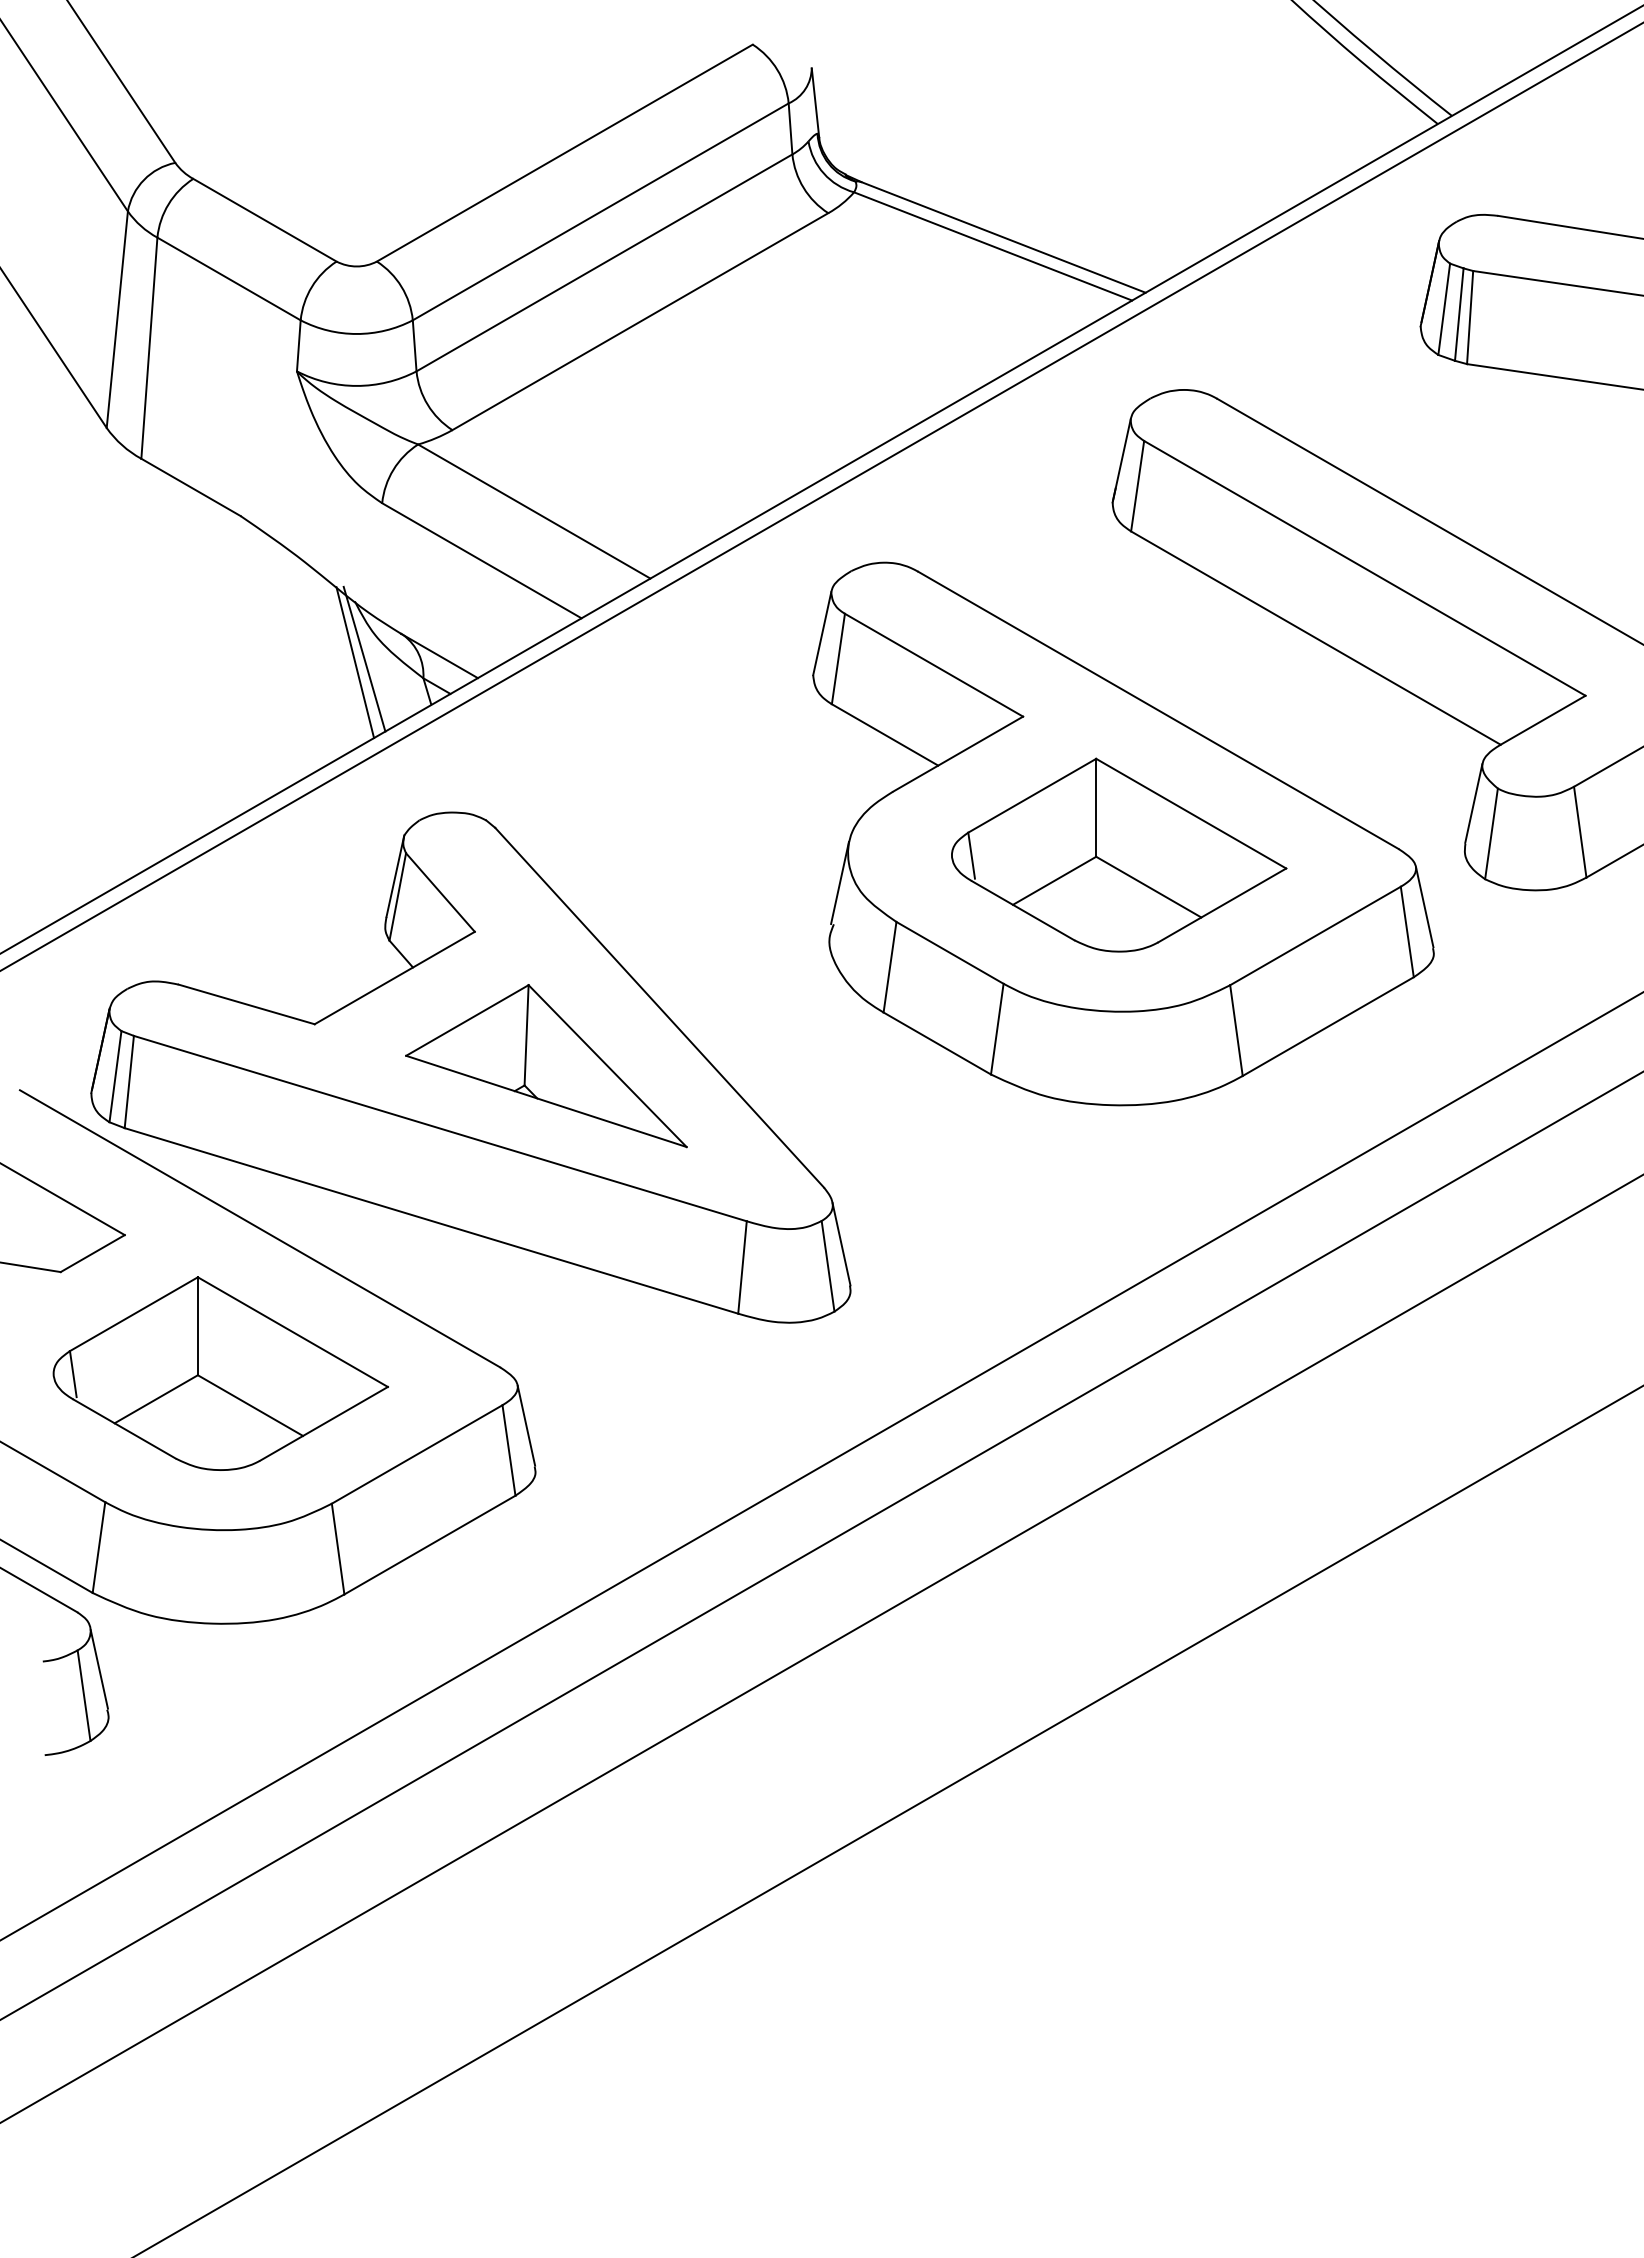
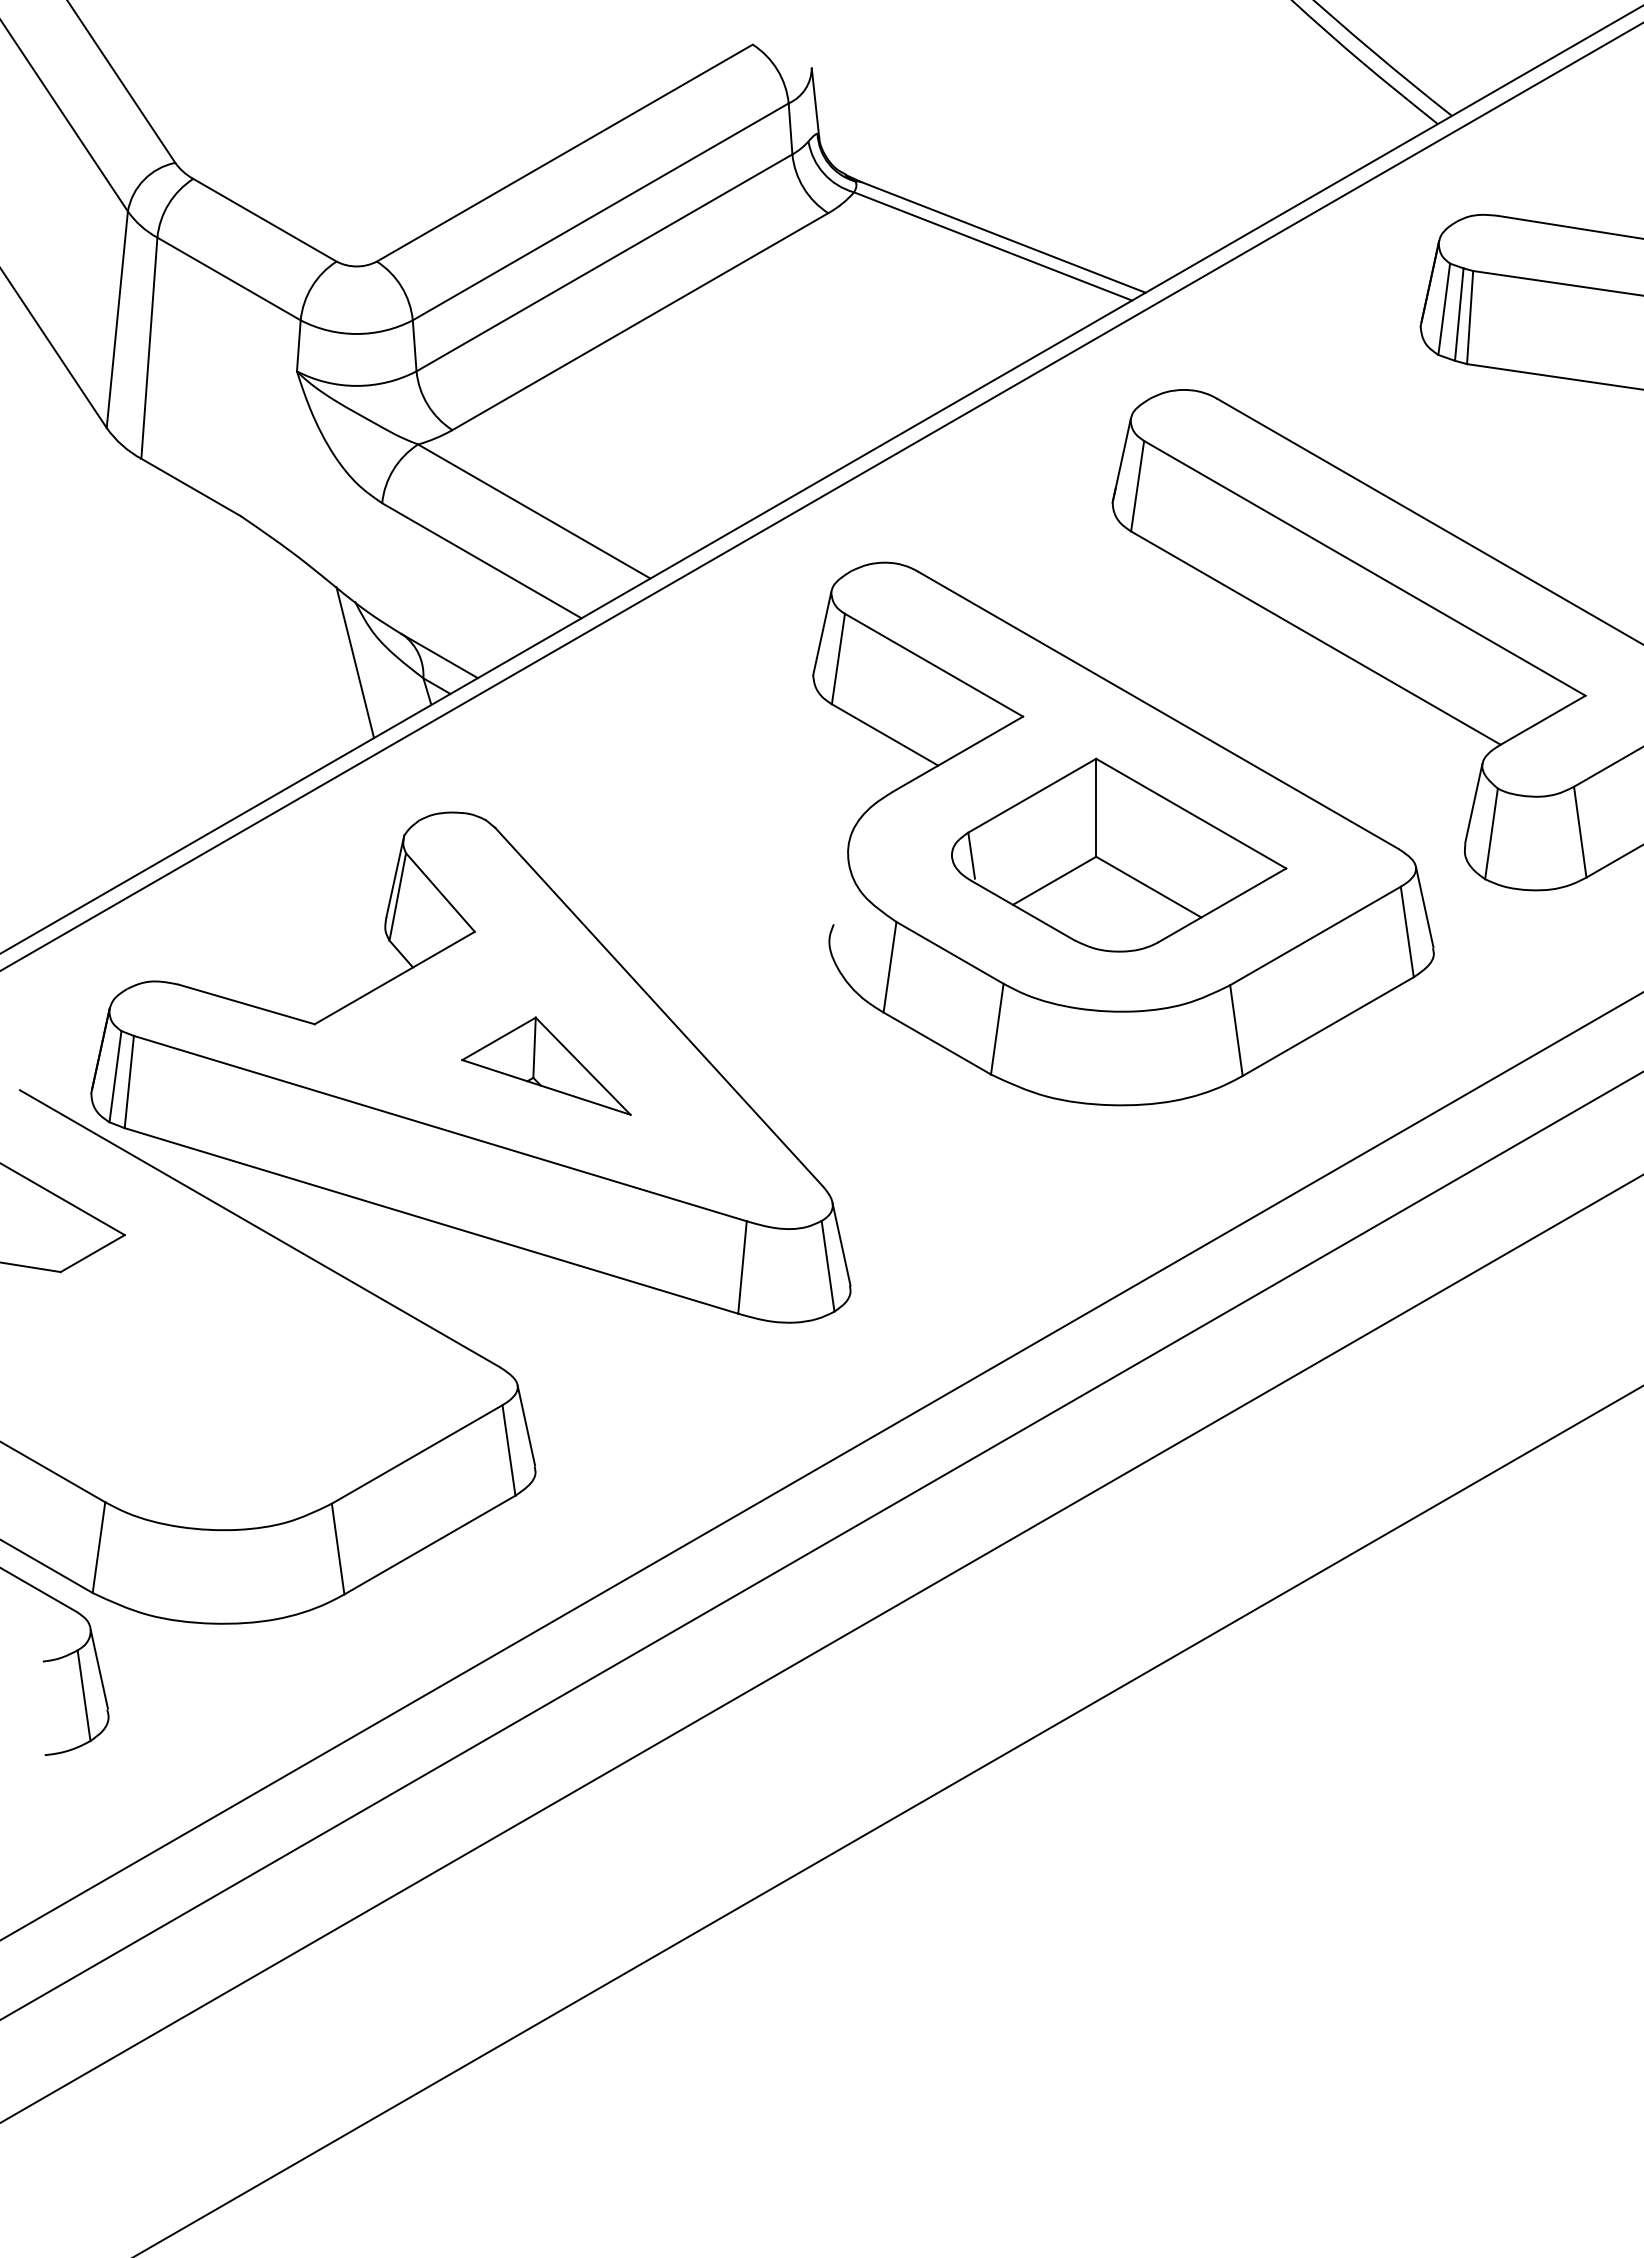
line at (364, 658): present -> none
line at (839, 882): present -> none
part at (546, 1066) size: 283x165 px -> 171x100 px
part at (220, 1373): present -> none
